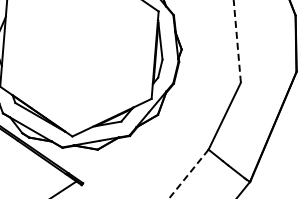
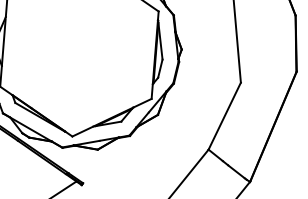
line at (237, 40): dashed -> solid
line at (188, 174): dashed -> solid
